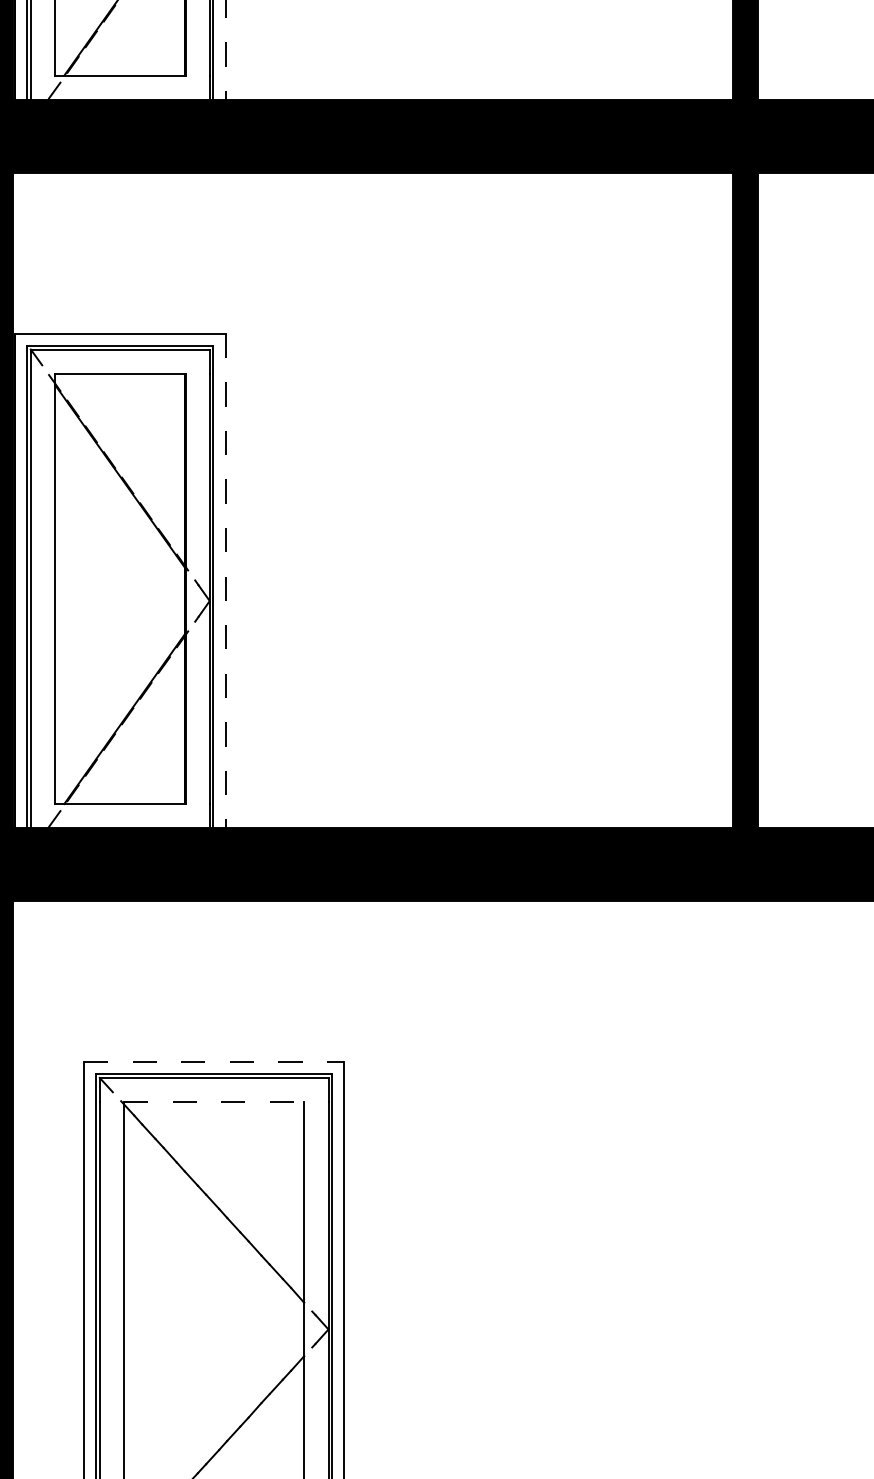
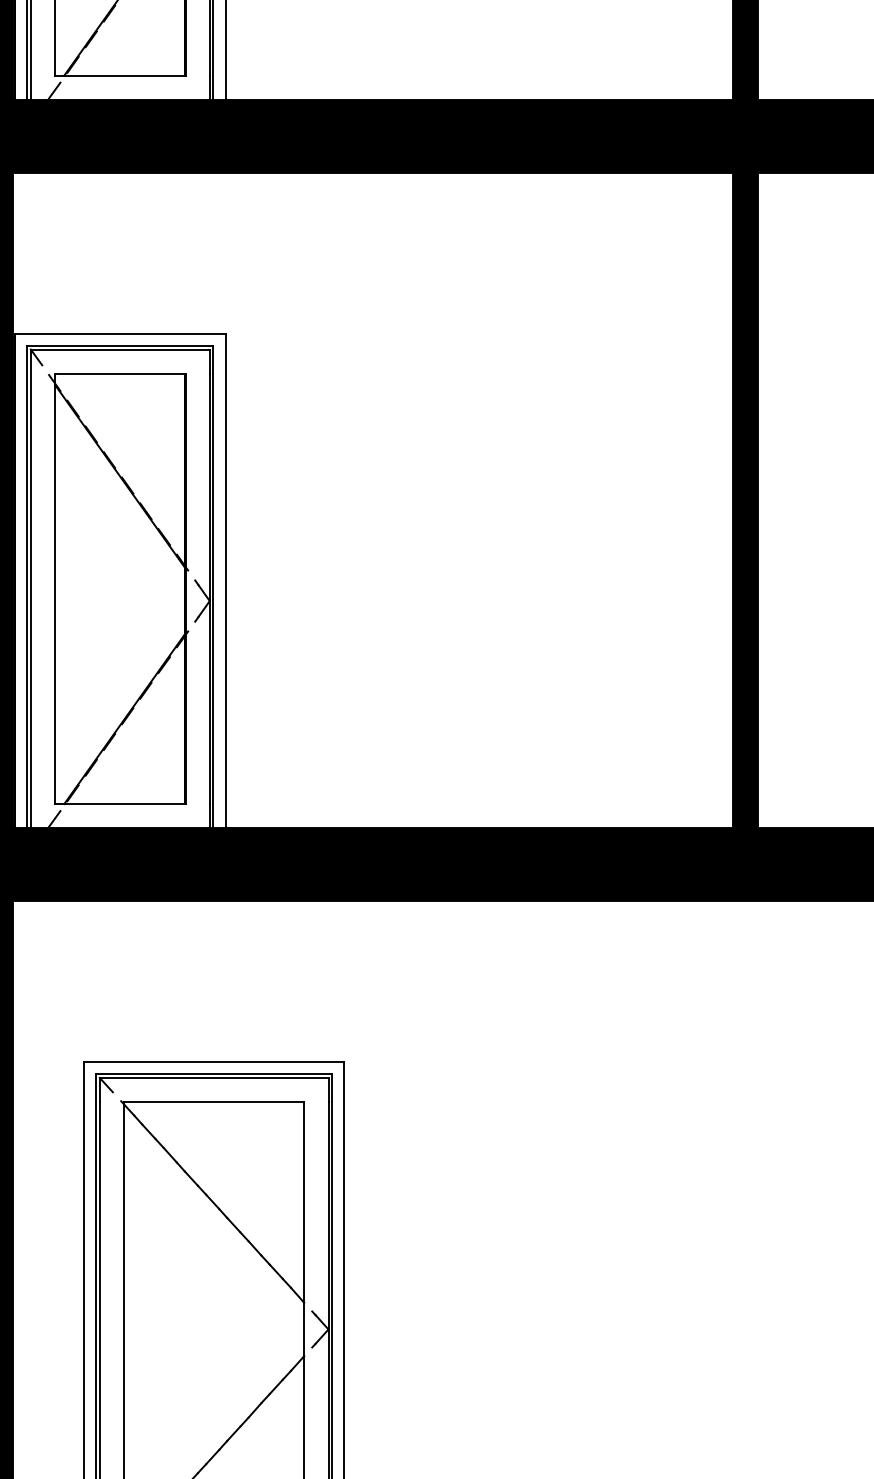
line at (225, 49): dashed -> solid
line at (225, 581): dashed -> solid
line at (214, 1062): dashed -> solid
line at (214, 1102): dashed -> solid
